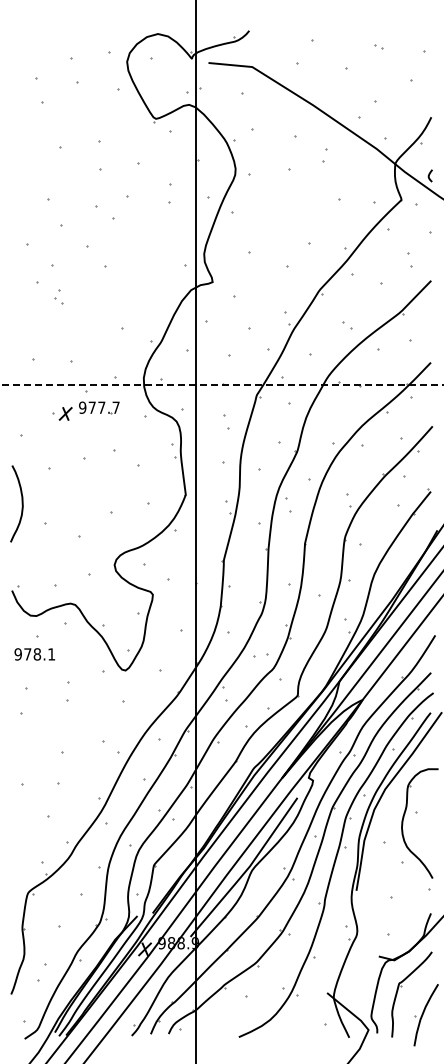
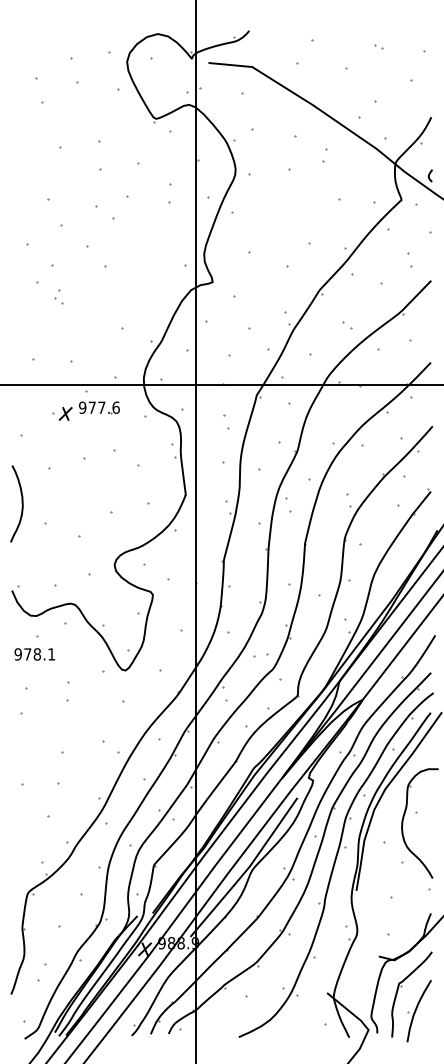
line at (222, 384): dashed -> solid
text at (115, 407): 977.7 -> 977.6
part at (425, 1015) position: (425, 1015) -> (418, 1011)
